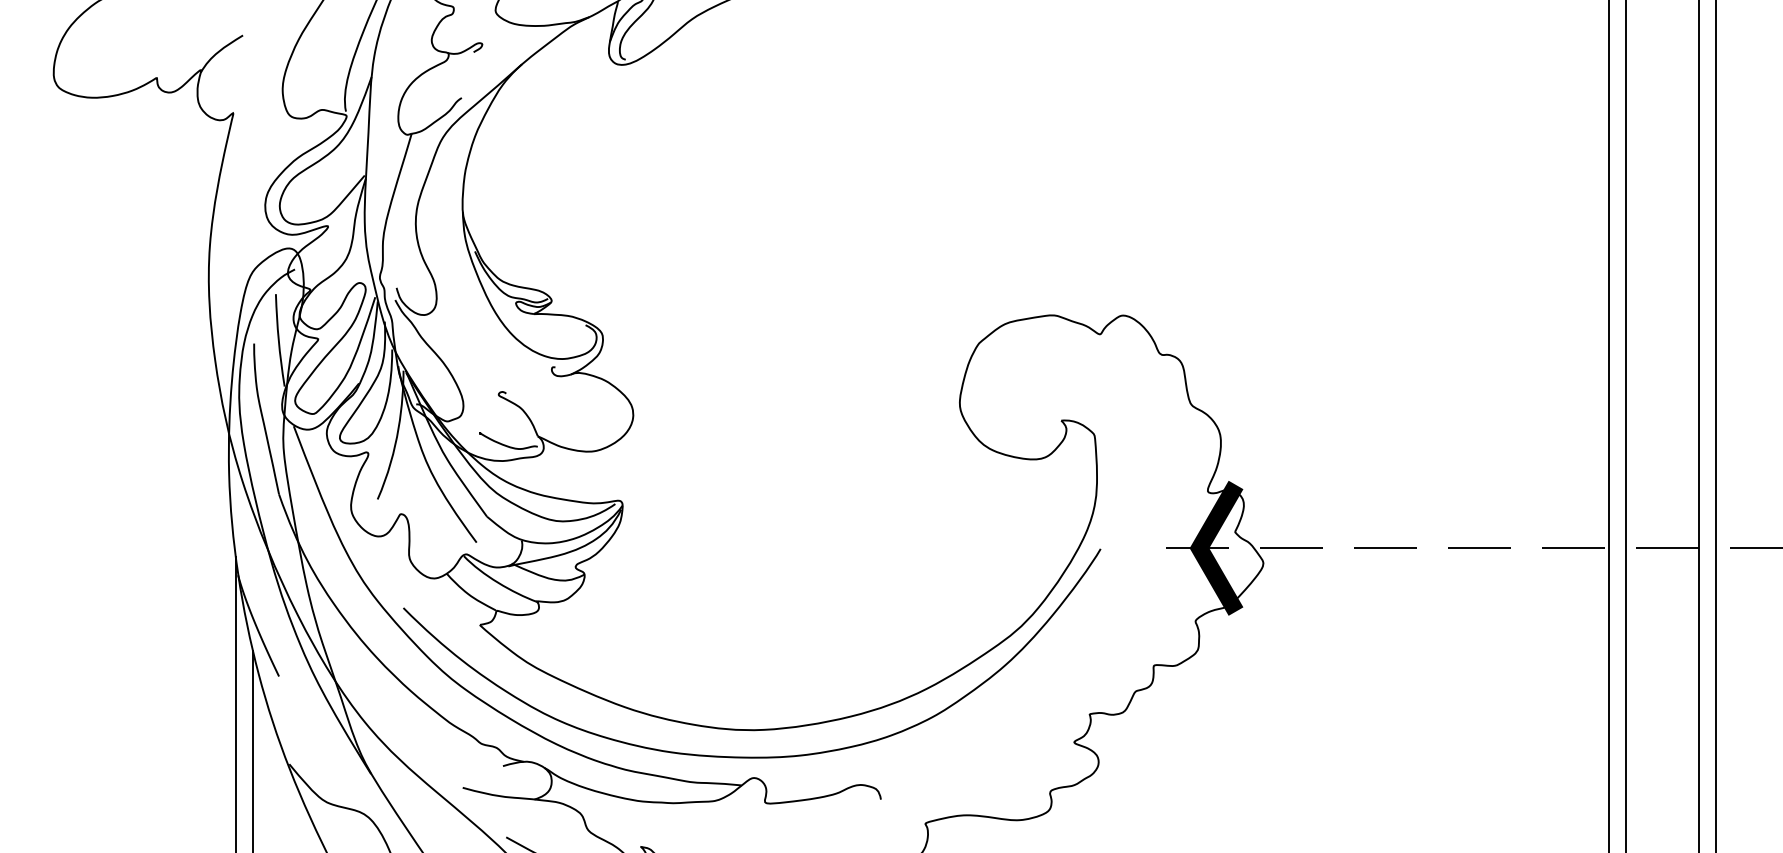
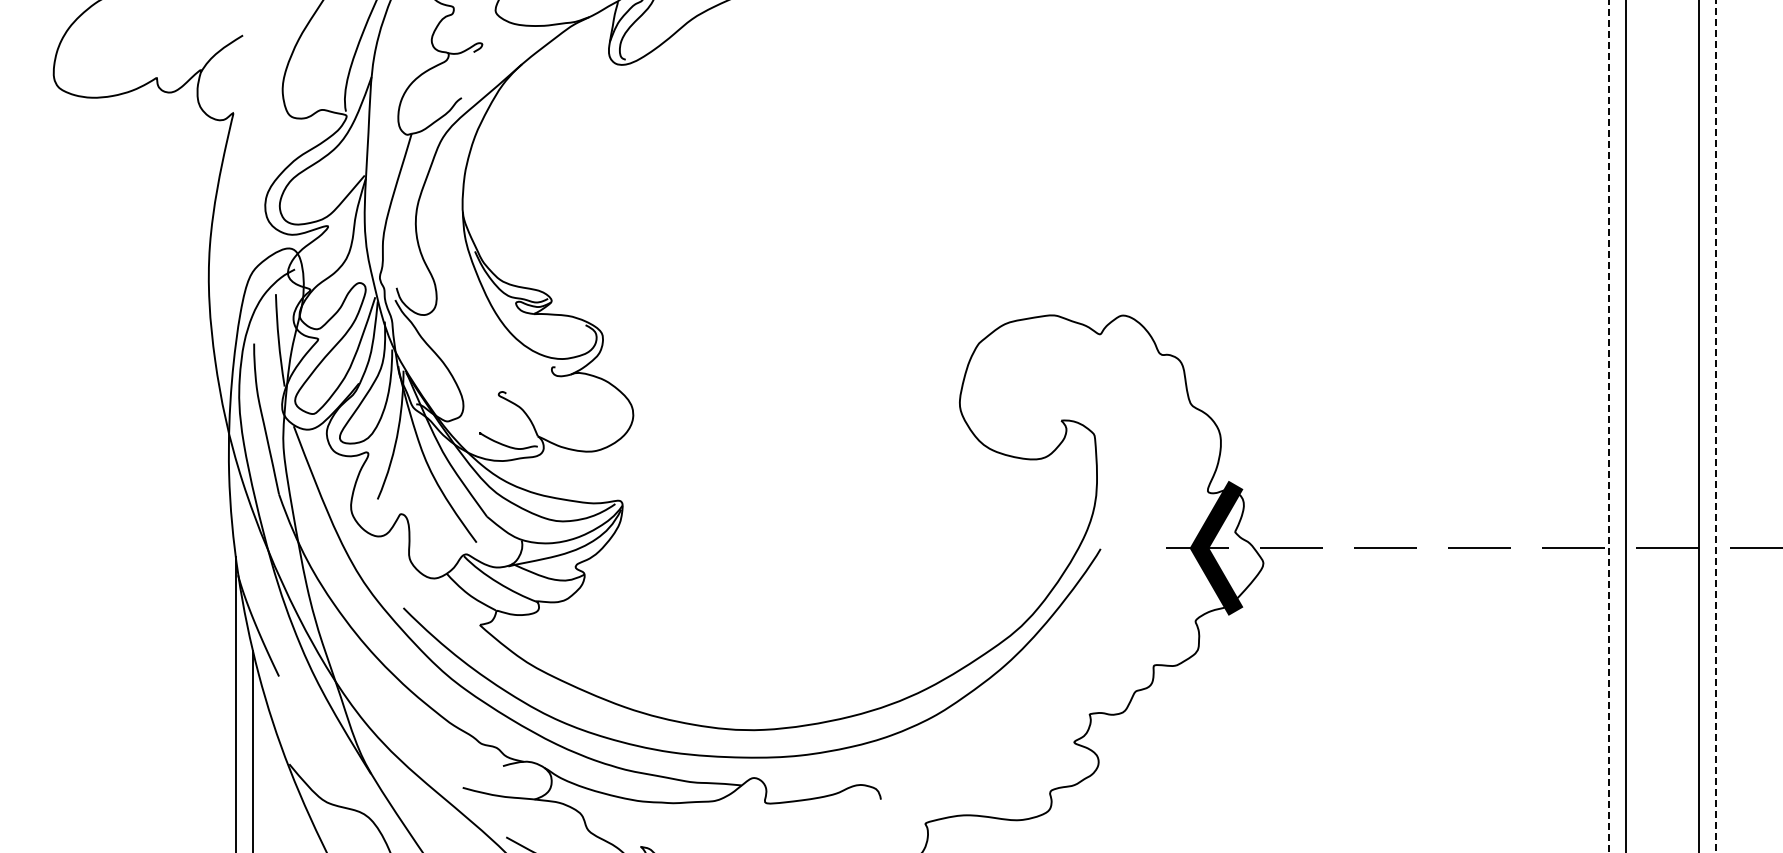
line at (1608, 426): solid -> dashed
line at (1715, 427): solid -> dashed
